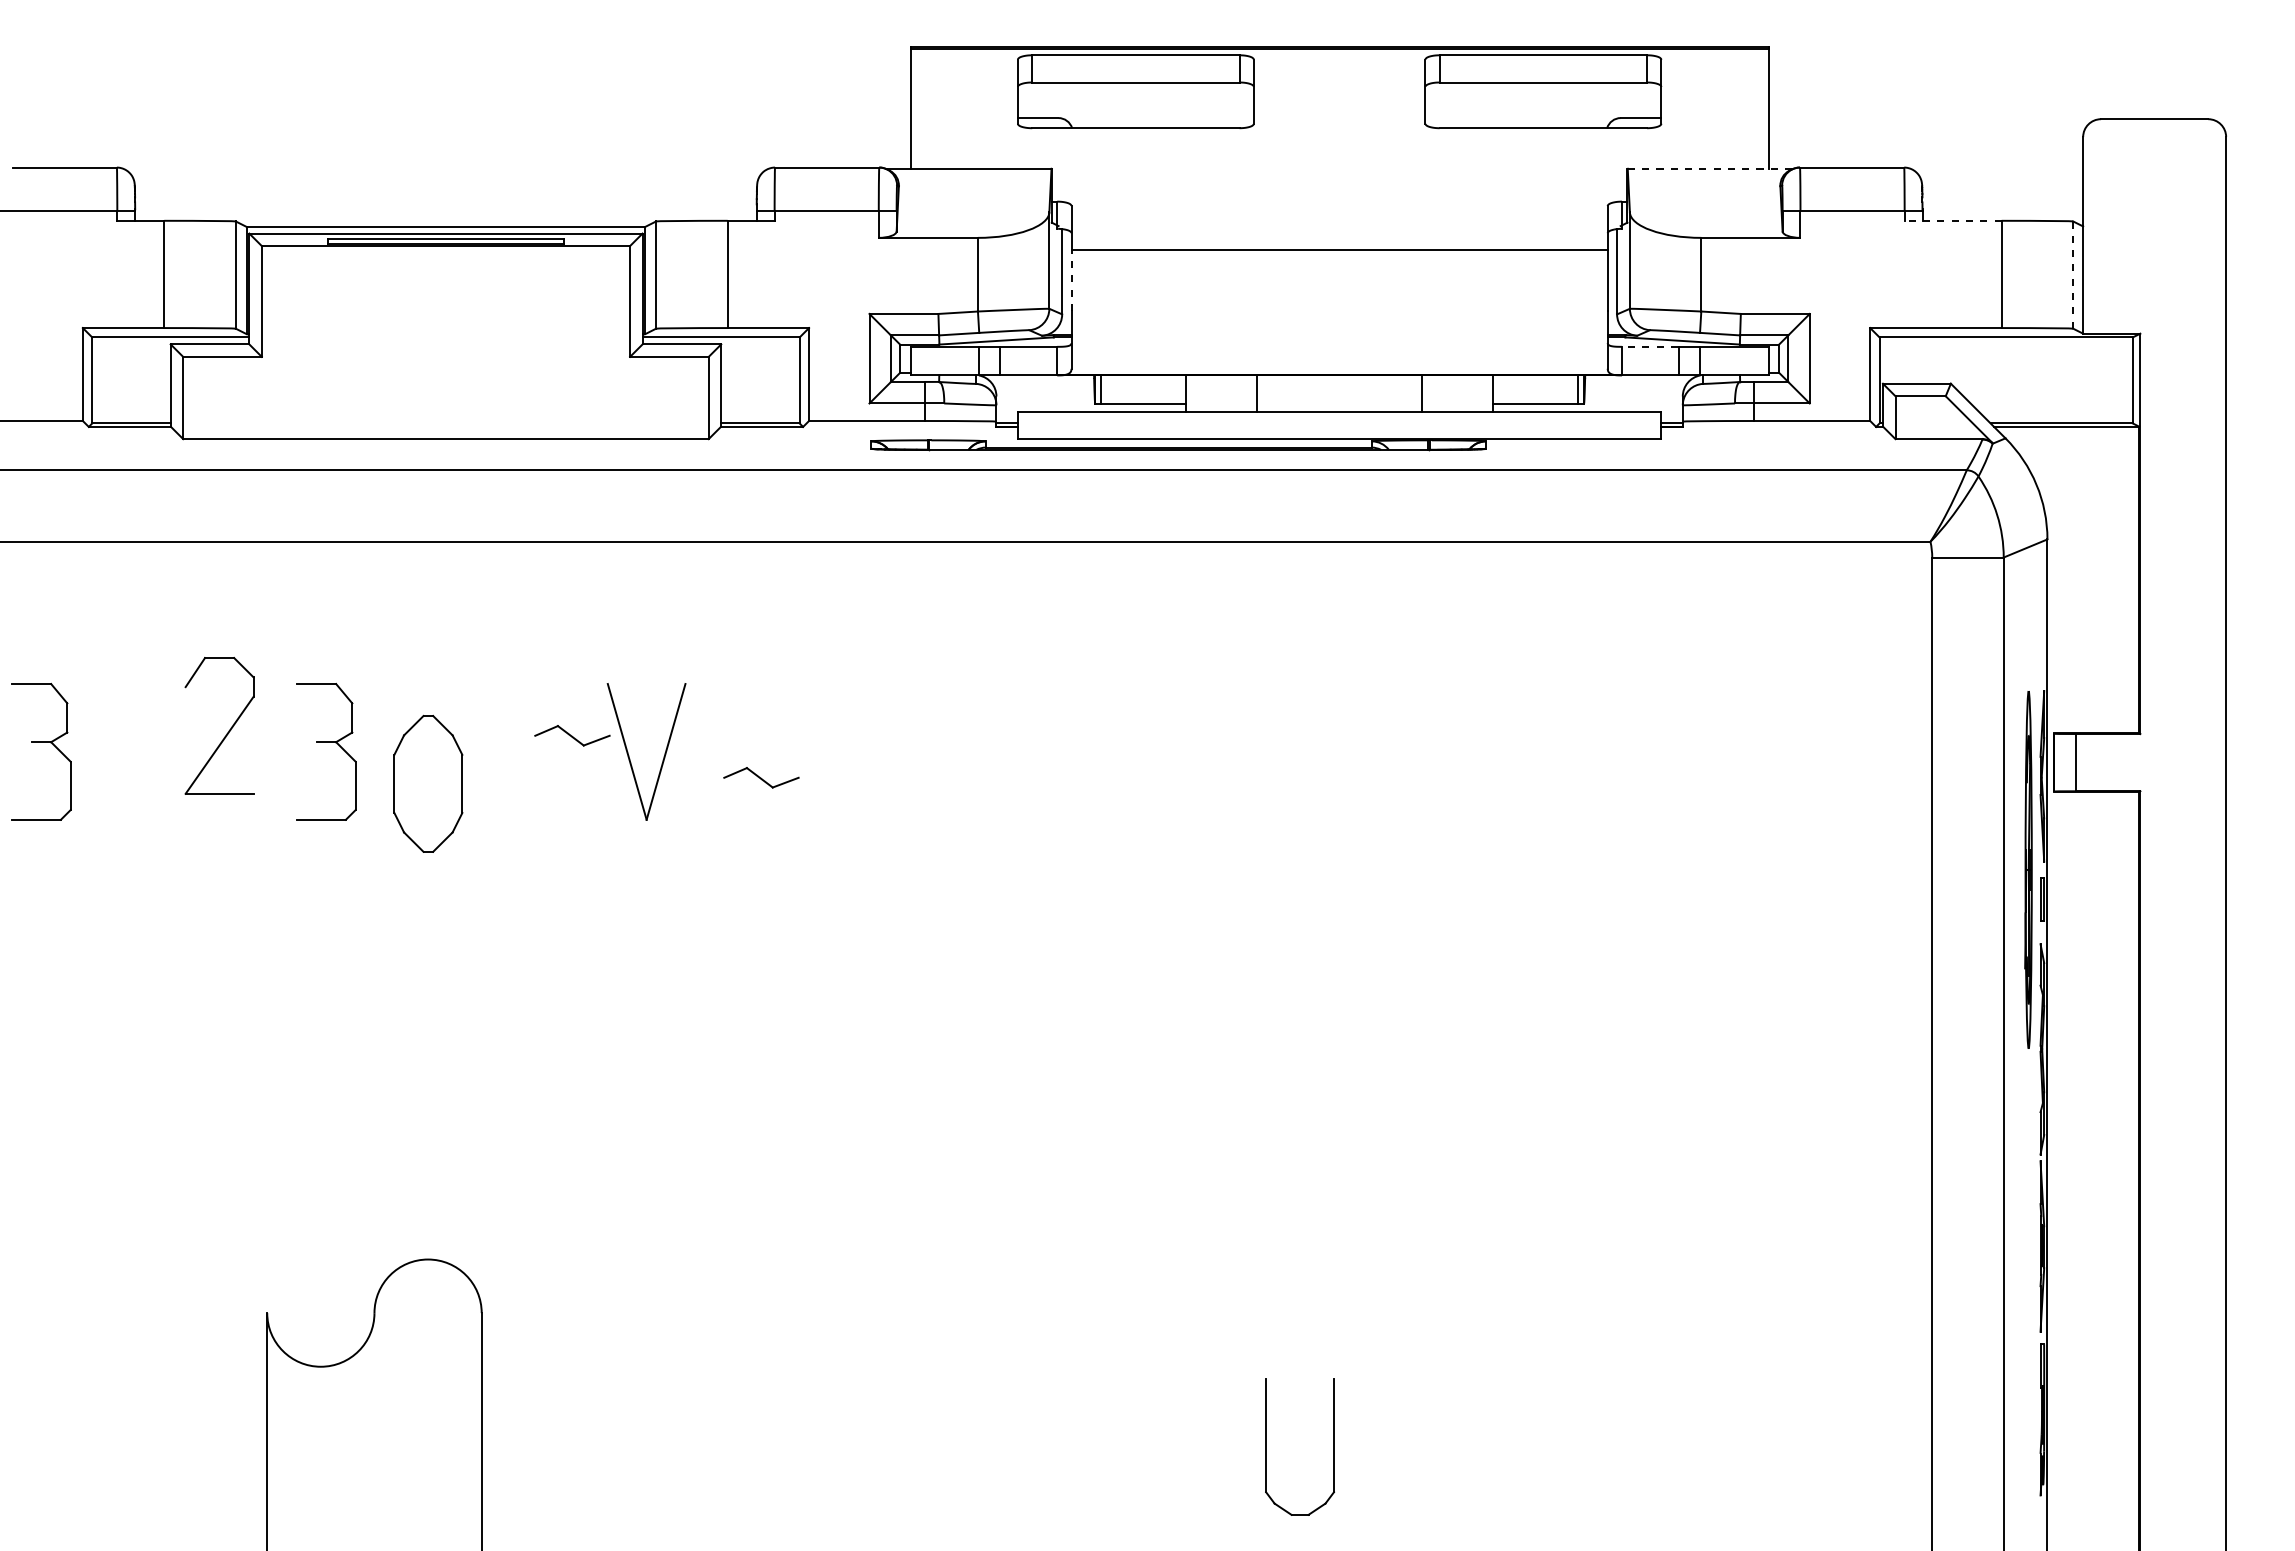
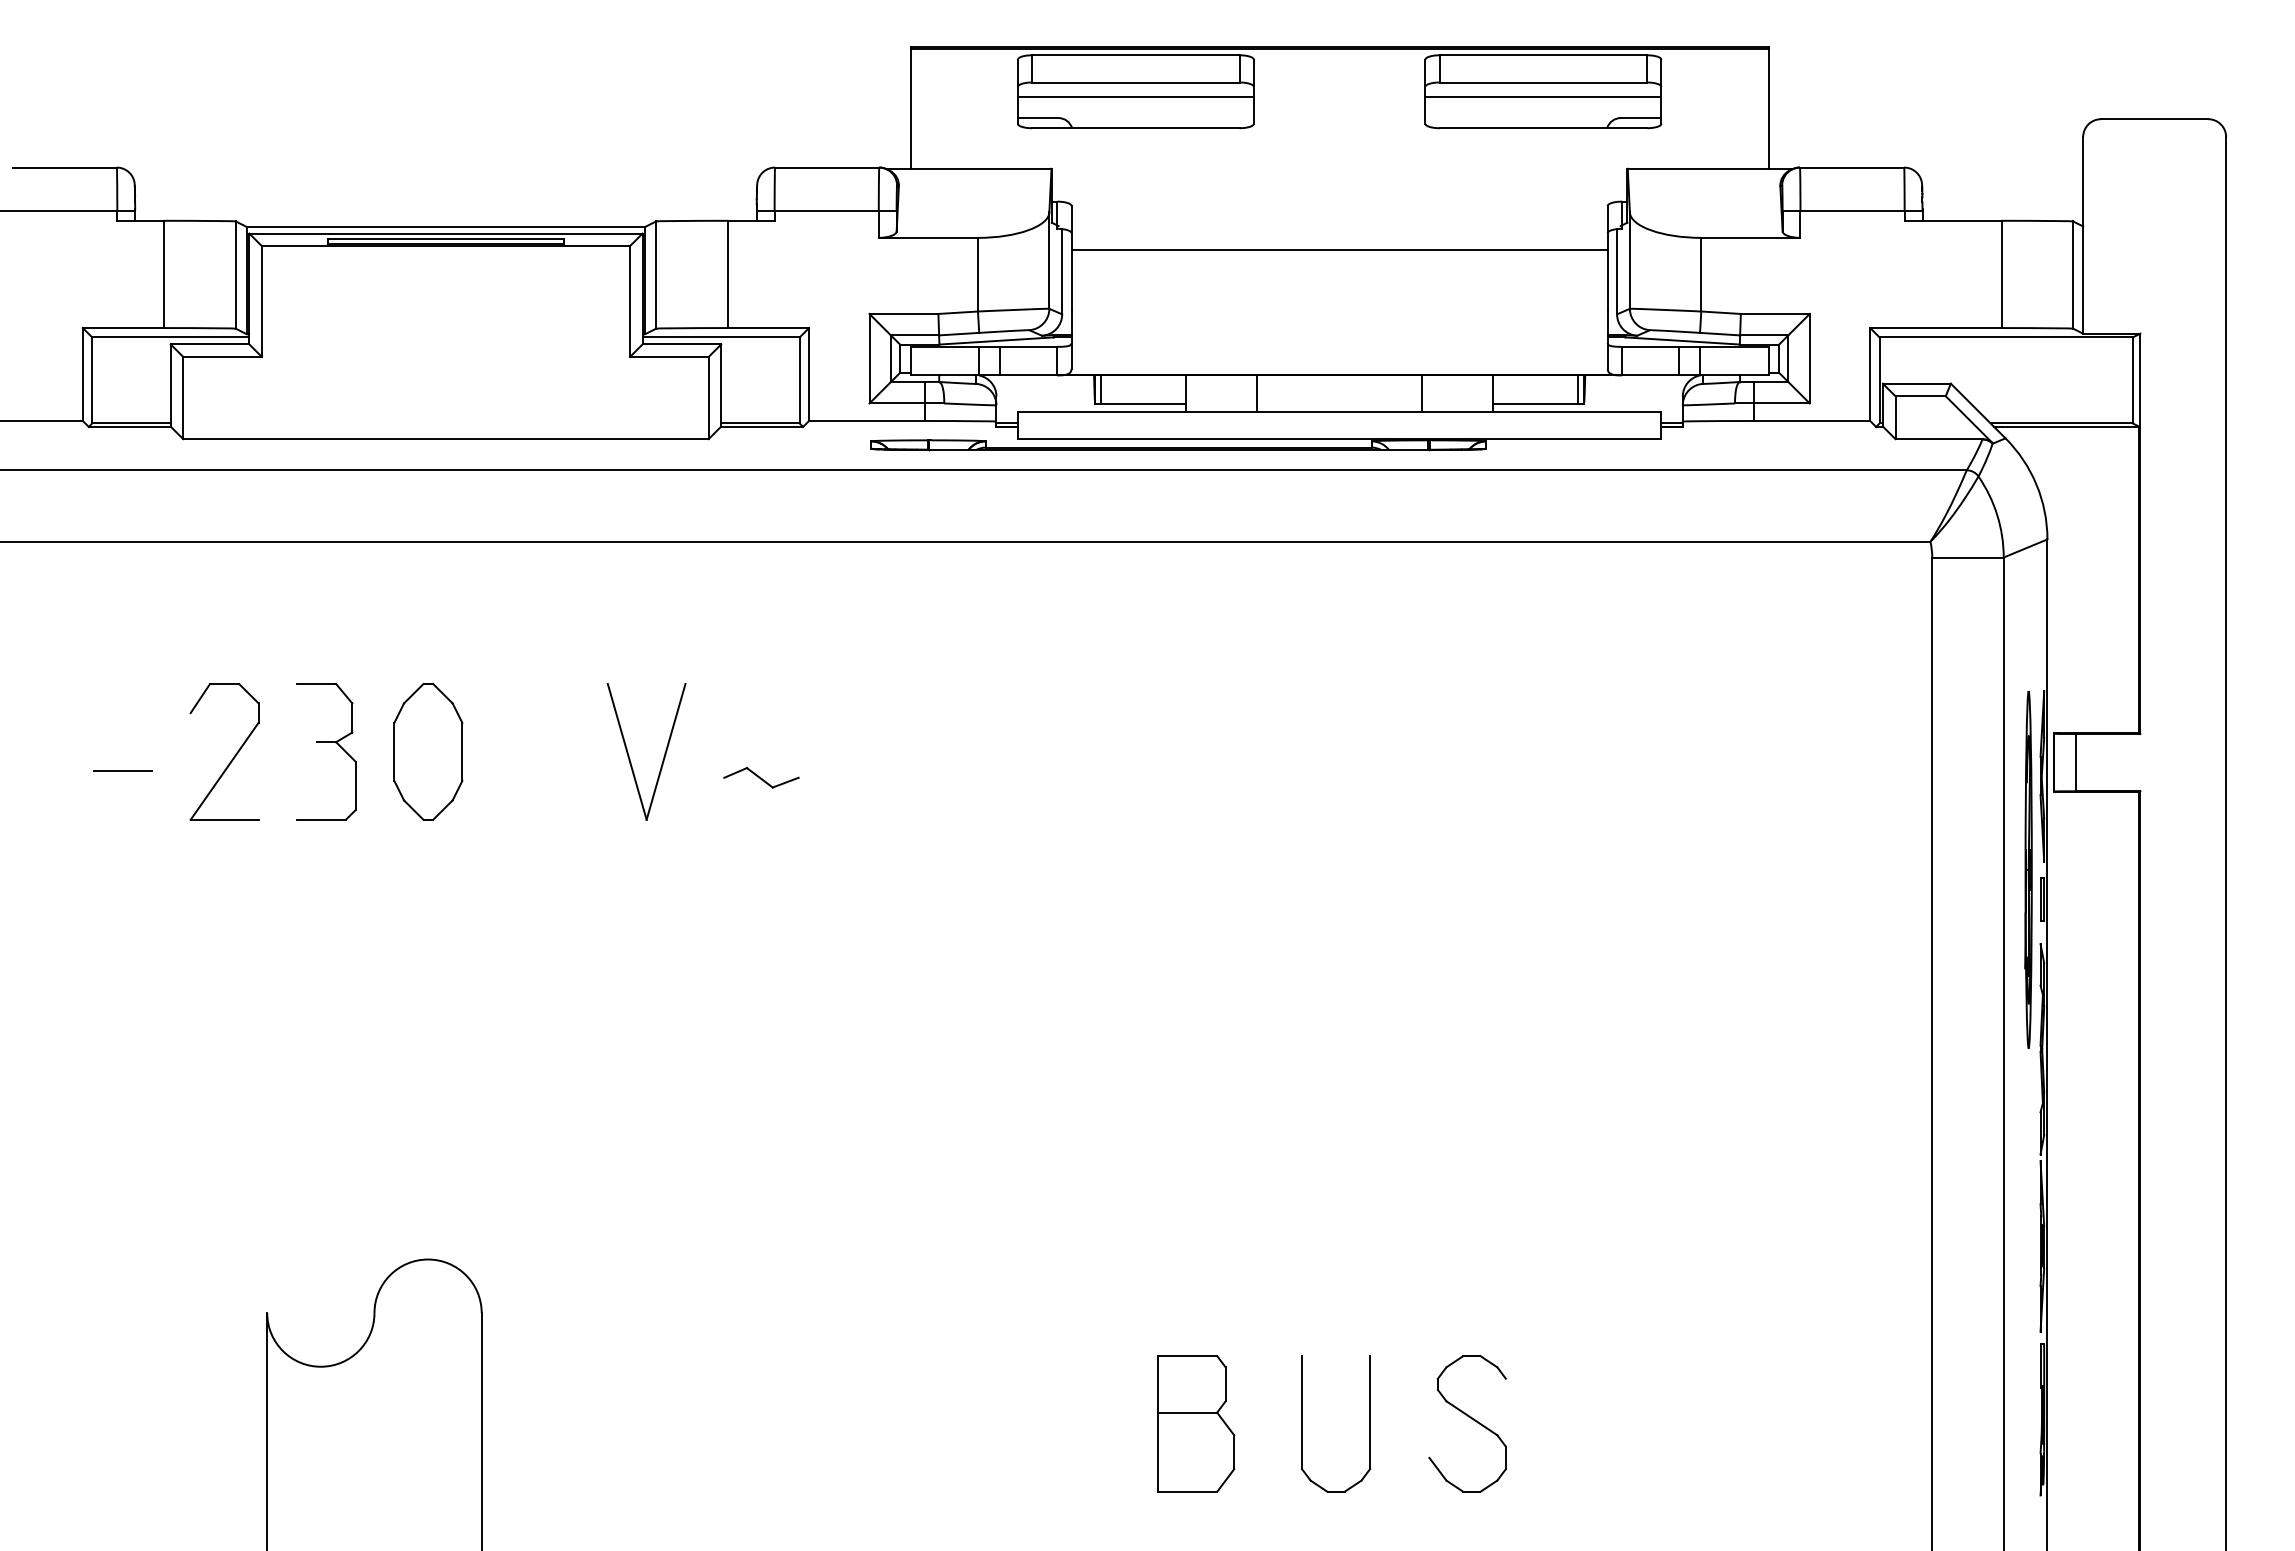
line at (1135, 96): none -> present
line at (1543, 96): none -> present
line at (1710, 168): dashed -> solid
line at (1953, 220): dashed -> solid
line at (2073, 275): dashed -> solid
line at (1071, 280): dashed -> solid
line at (1650, 346): dashed -> solid
part at (228, 730) position: (228, 730) -> (233, 756)
part at (572, 735): present -> none
part at (41, 742): present -> none
line at (122, 771): none -> present
part at (428, 783) position: (428, 783) -> (428, 751)
part at (1196, 1423): none -> present
part at (1467, 1423): none -> present
part at (1266, 1446) position: (1266, 1446) -> (1302, 1423)
